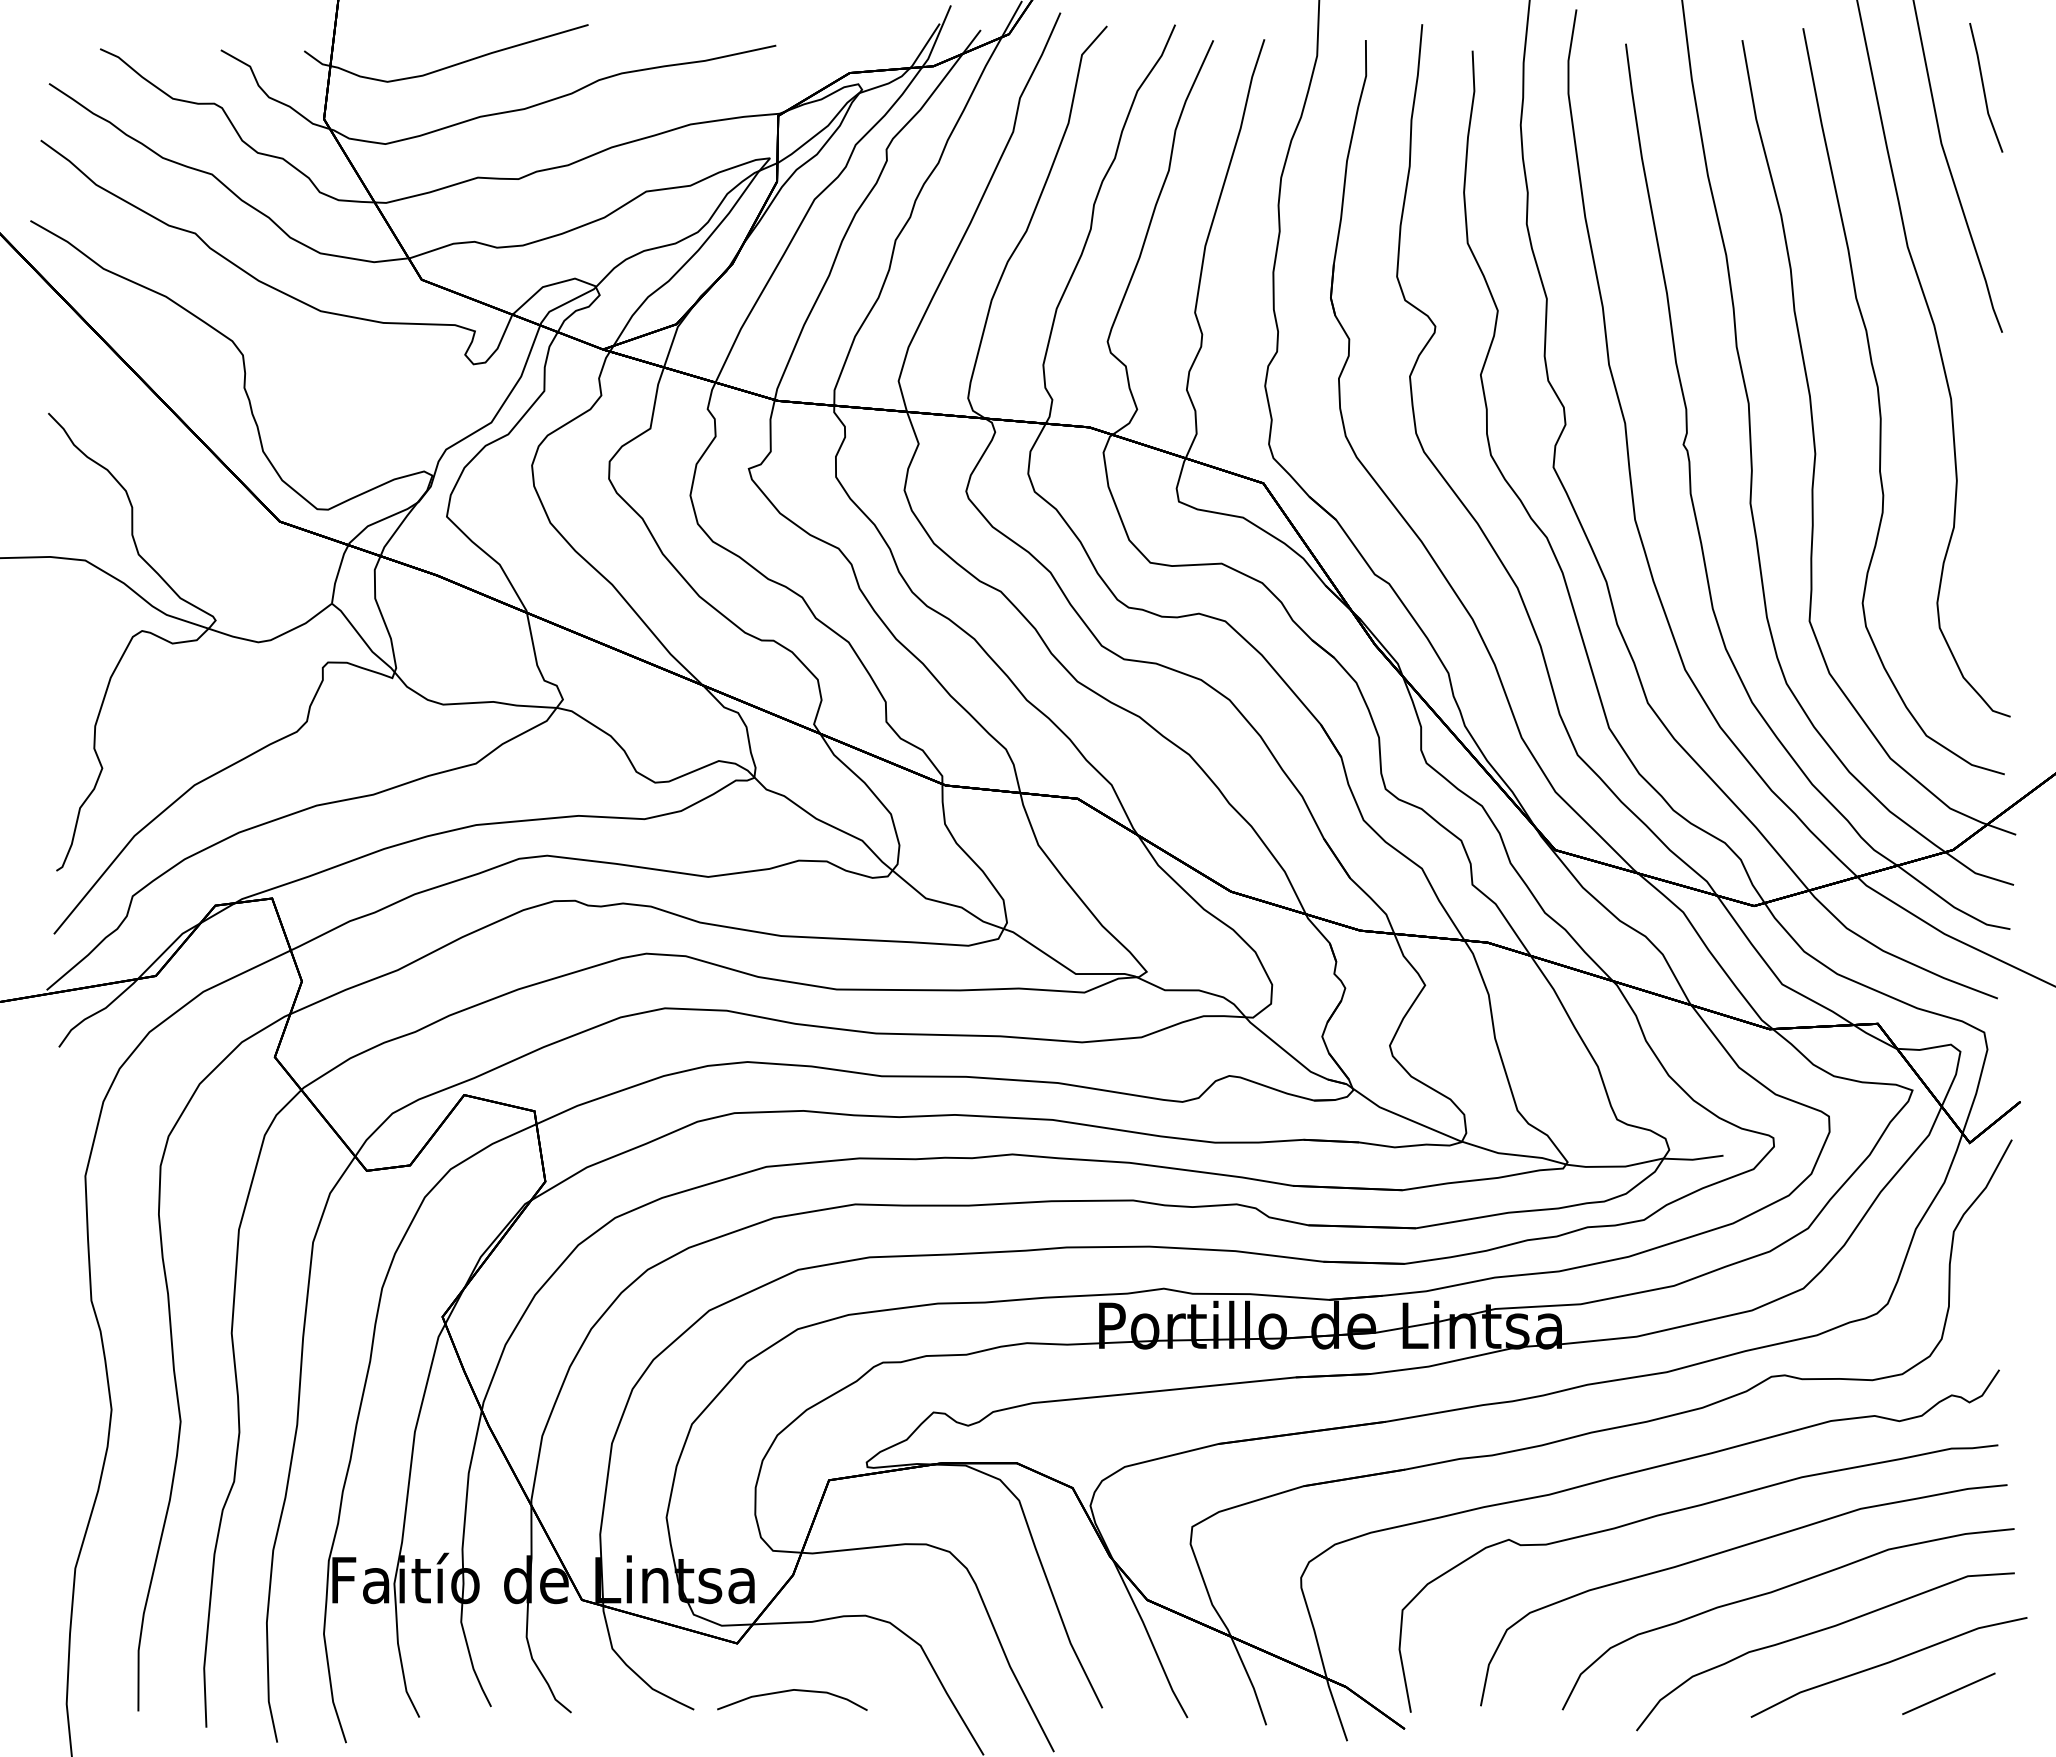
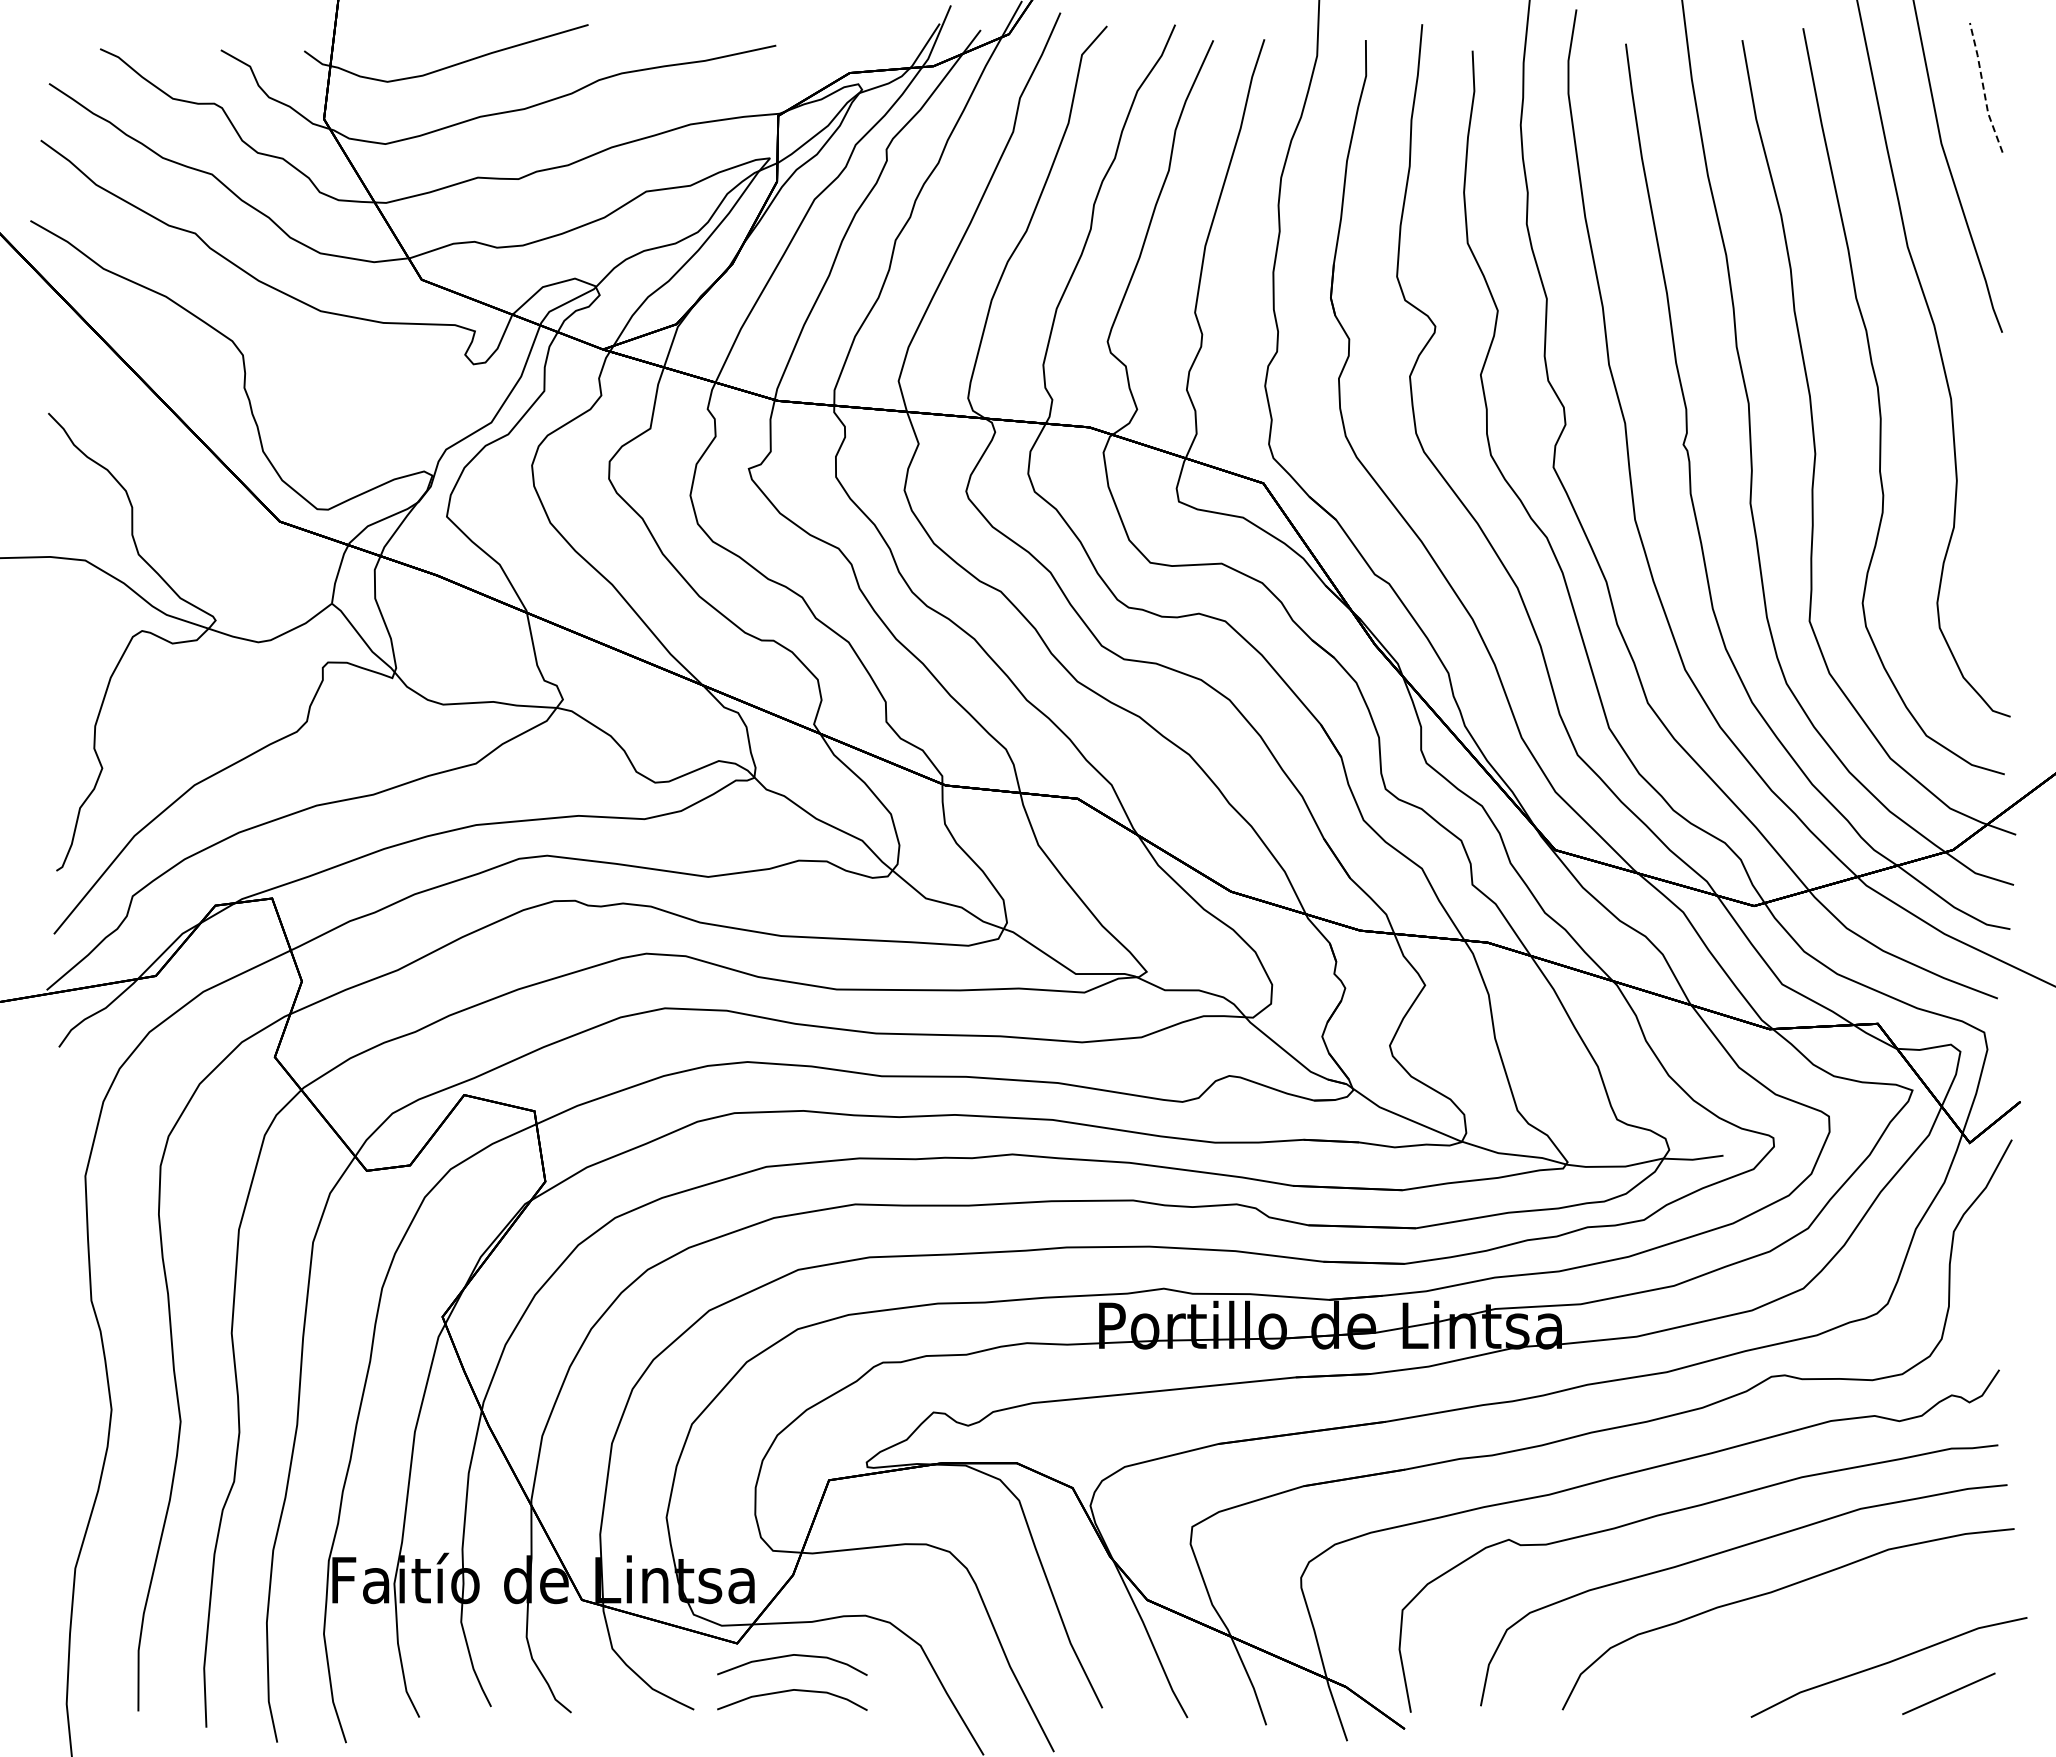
line at (1983, 88): solid -> dashed
curve at (1818, 1632): present -> none
curve at (791, 1656): none -> present
